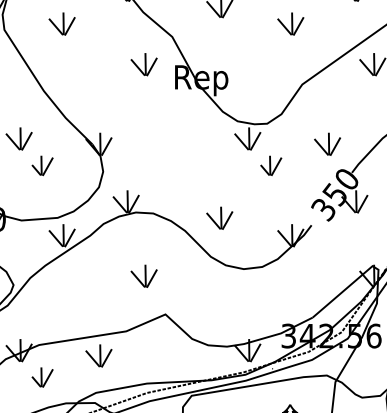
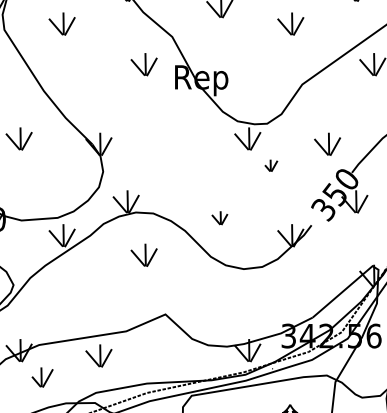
part at (42, 165): present -> none
part at (271, 165) size: 23x21 px -> 15x13 px
part at (219, 217) size: 28x24 px -> 18x15 px
part at (143, 275) position: (143, 275) -> (143, 254)
